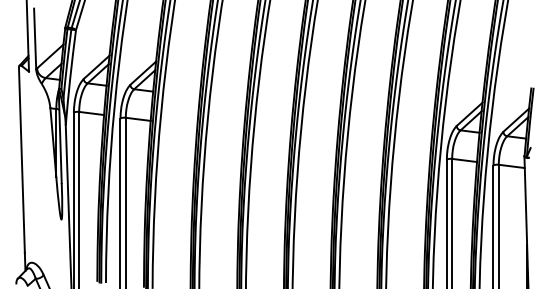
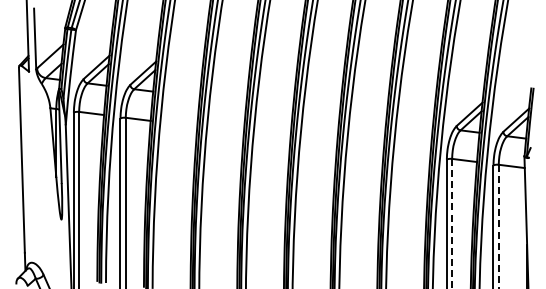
line at (452, 223): solid -> dashed
line at (498, 226): solid -> dashed
